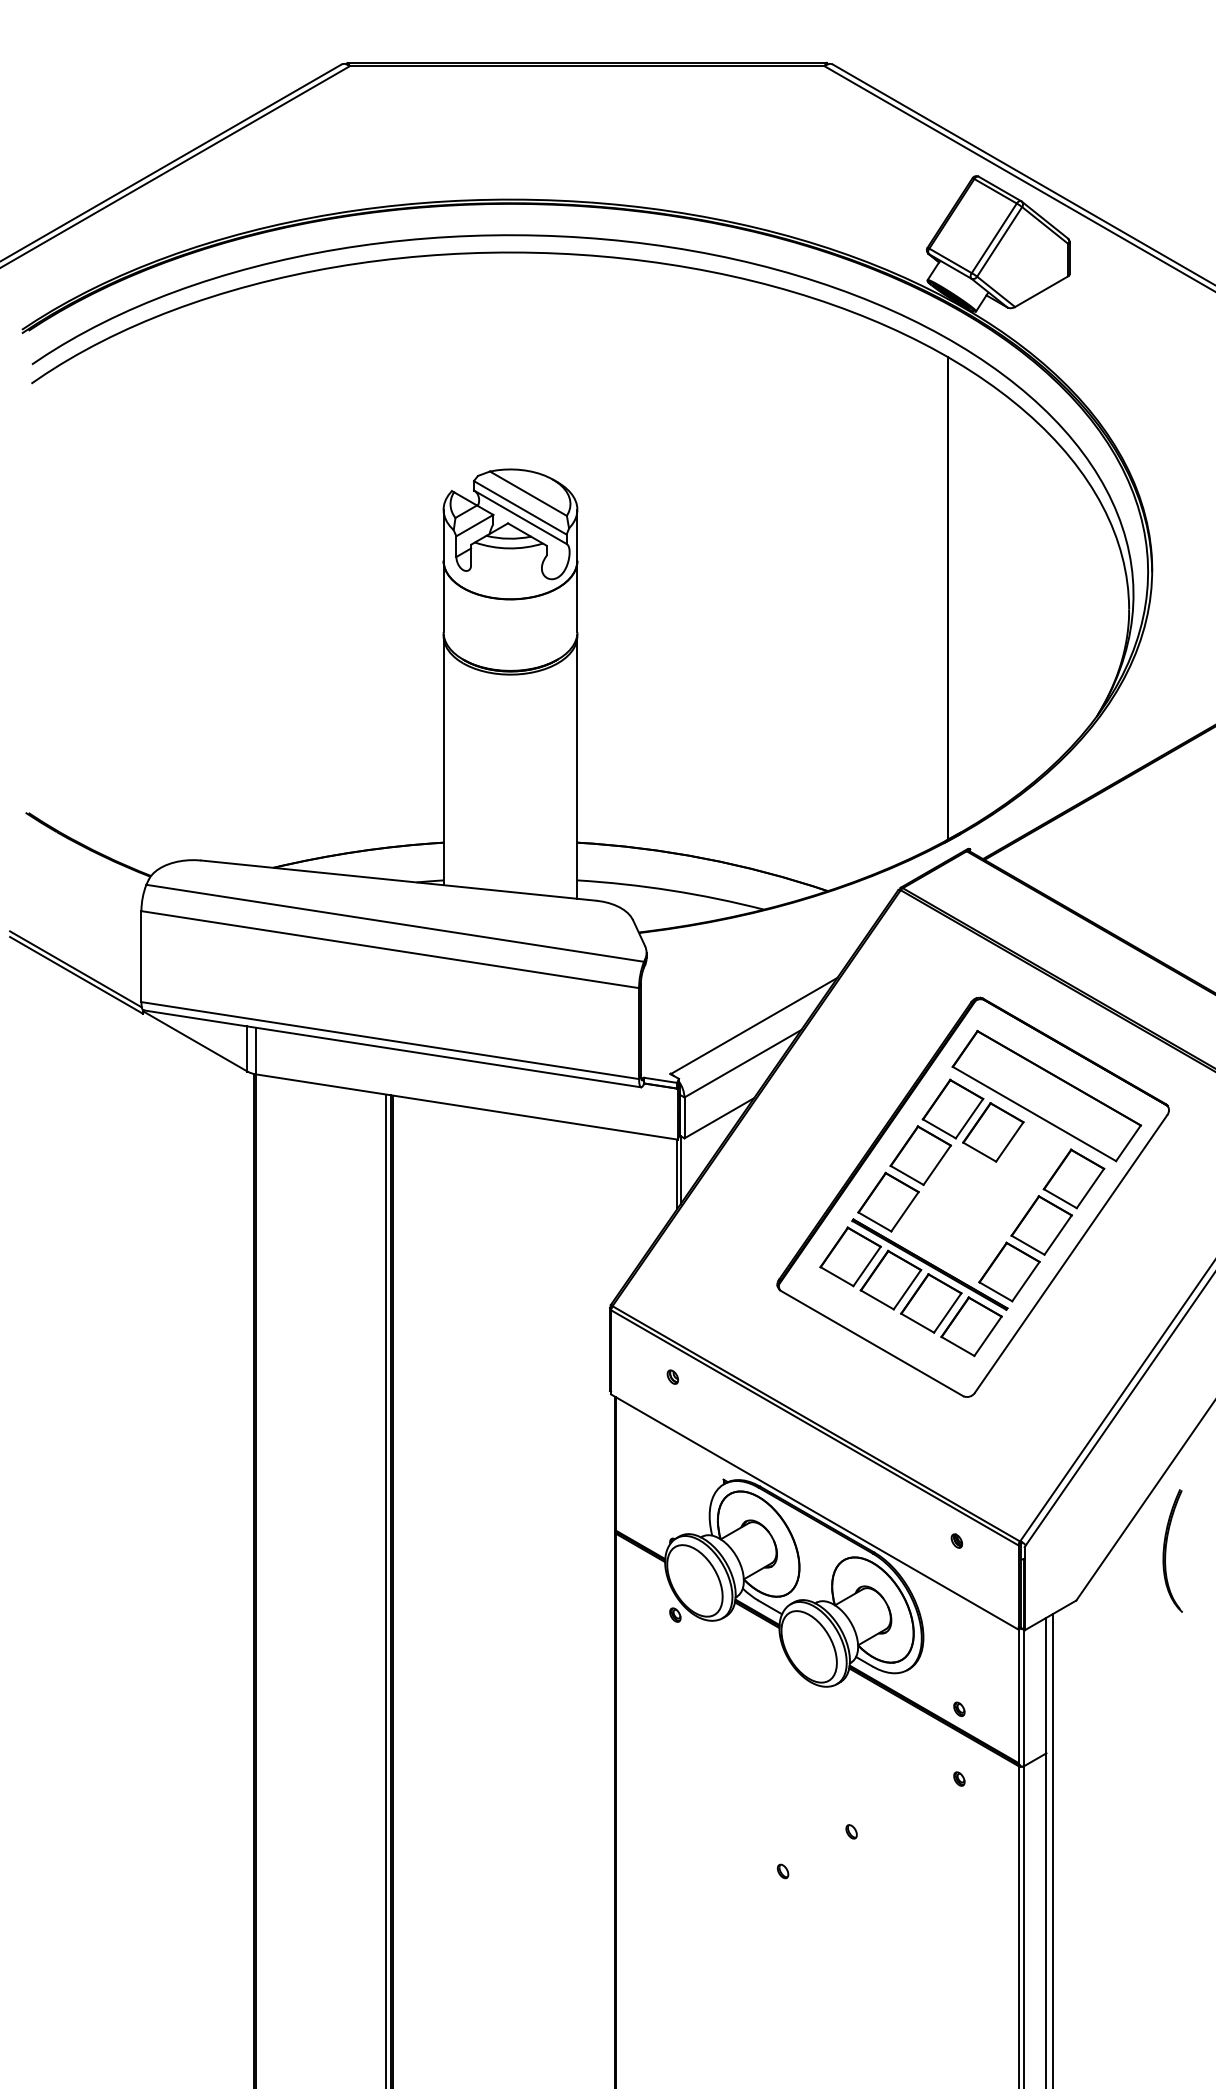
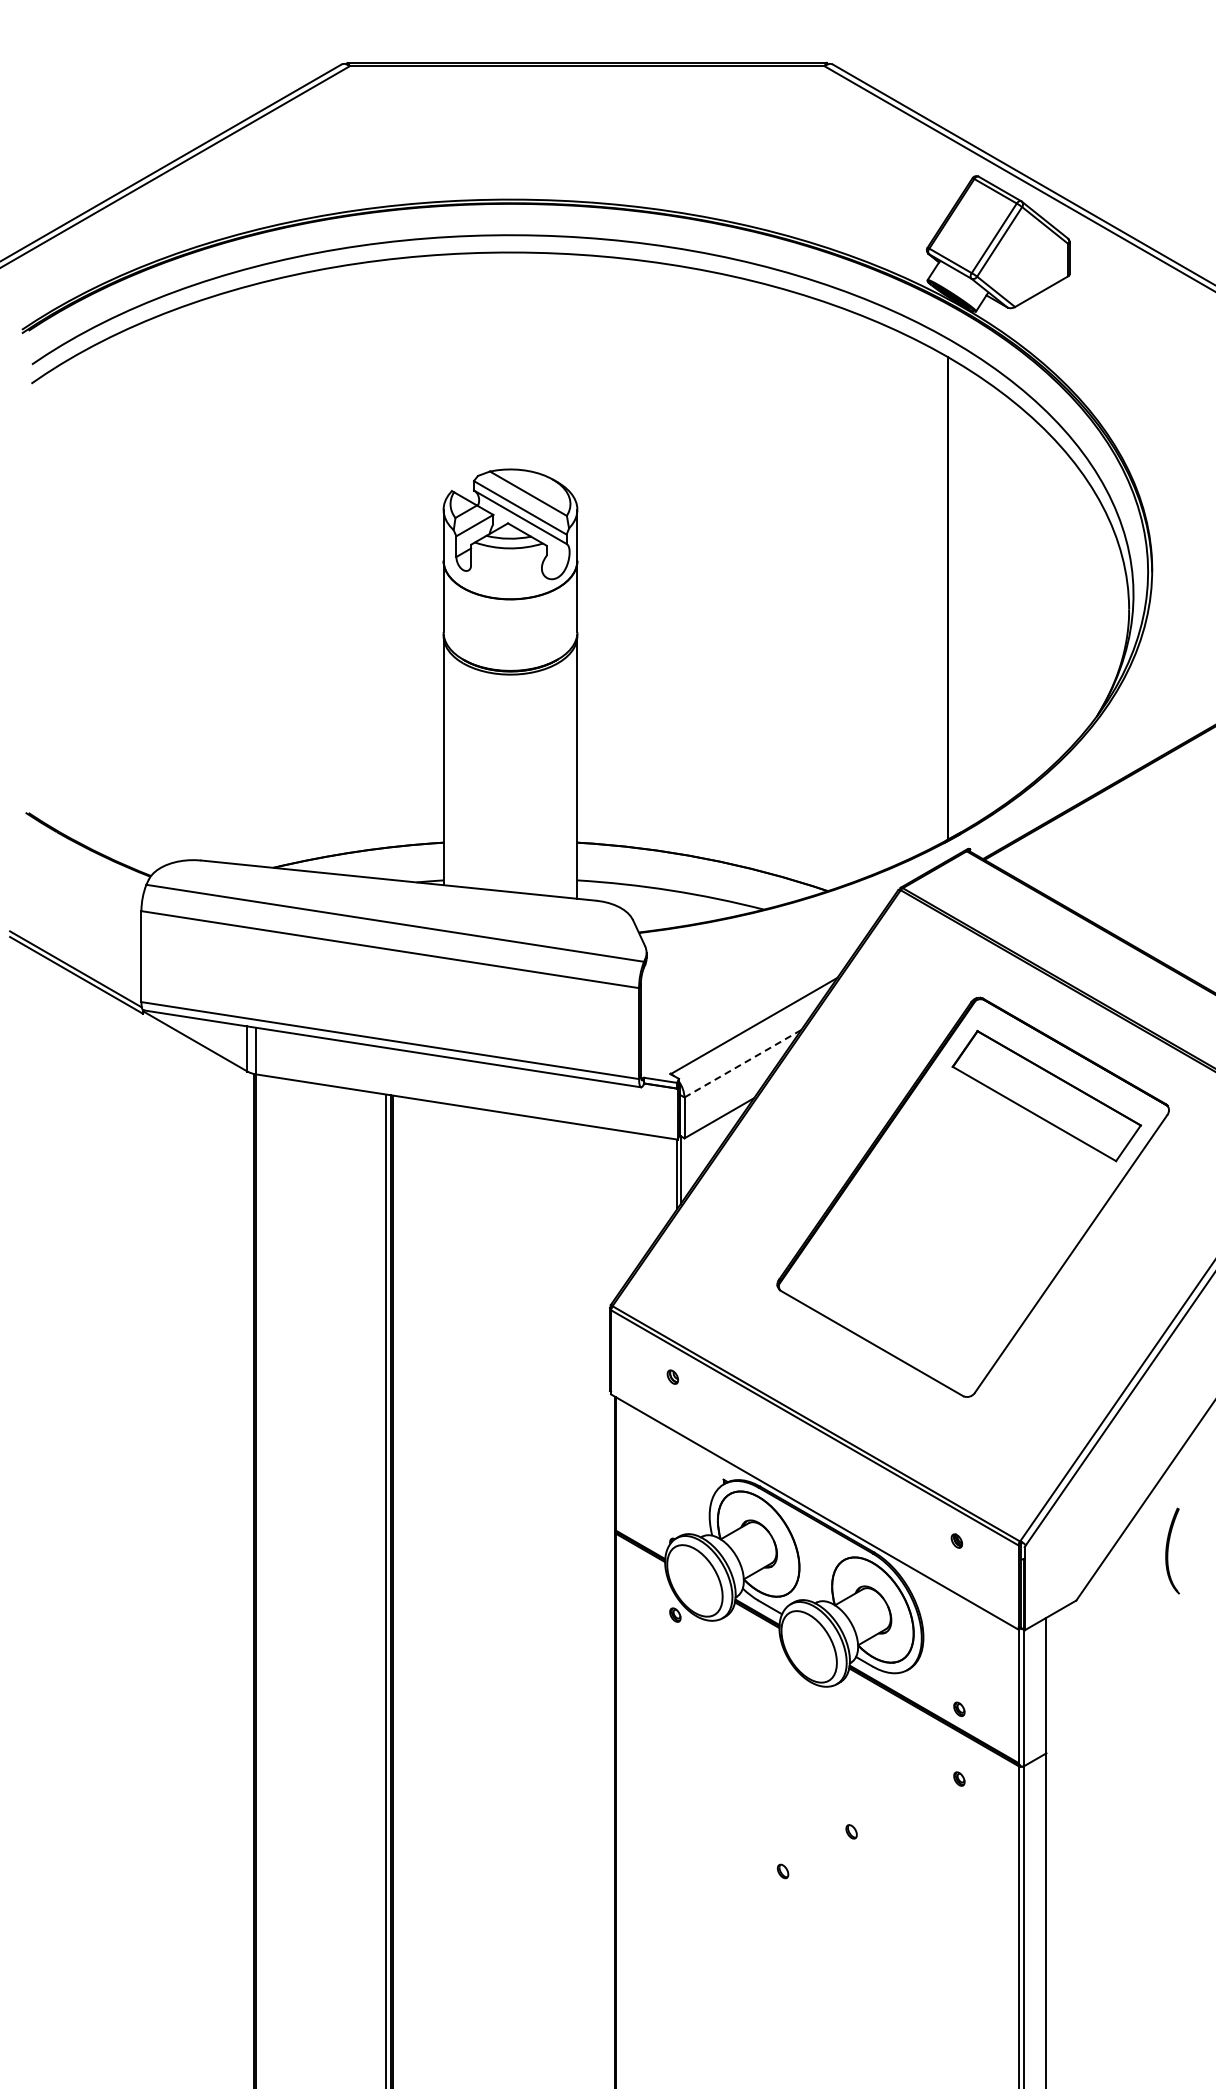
line at (743, 1063): solid -> dashed
part at (918, 1194): present -> none
part at (1172, 1550) size: 21x124 px -> 15x88 px
line at (1052, 1849): present -> none
